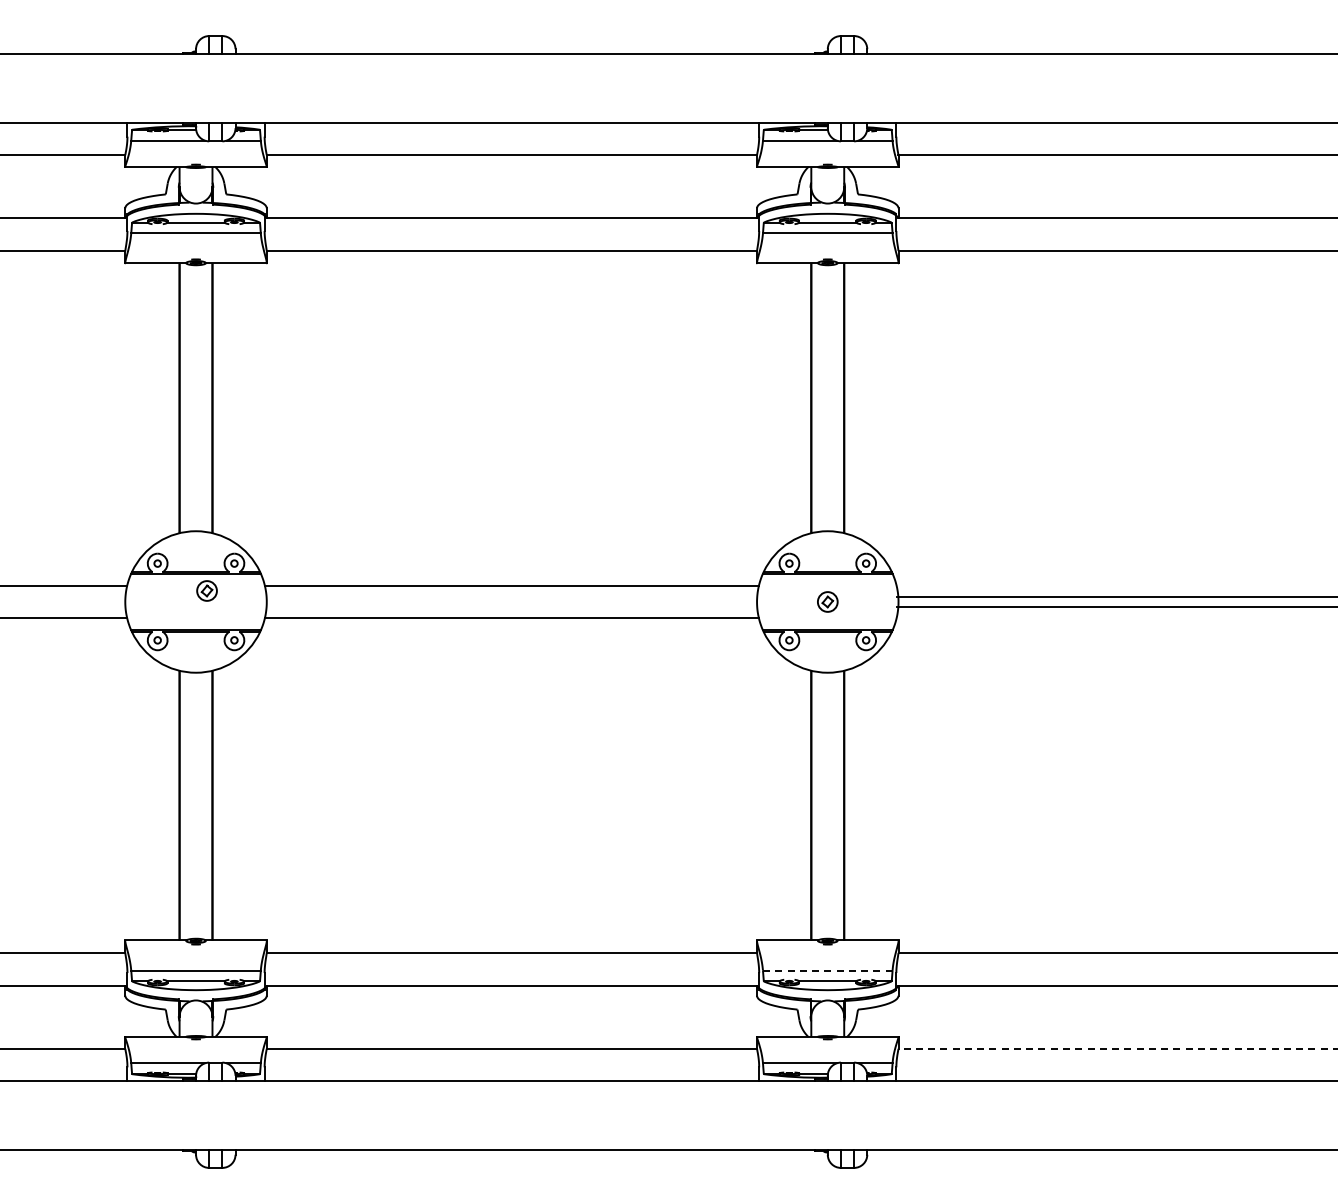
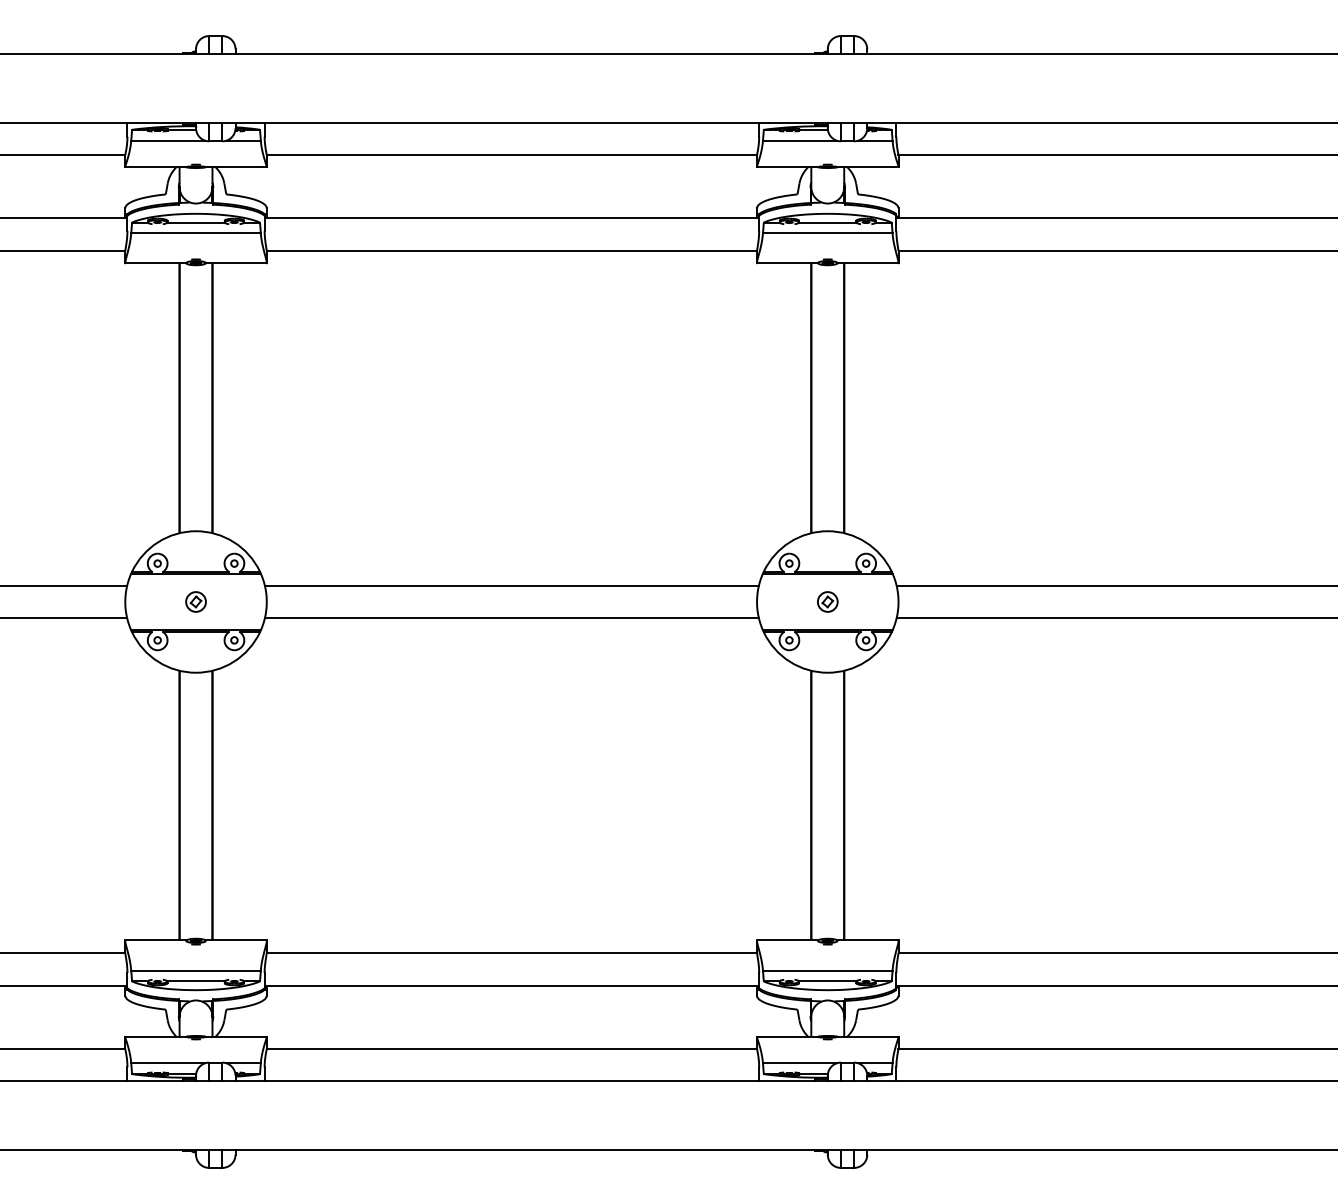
part at (206, 590) position: (206, 590) -> (195, 601)
line at (1115, 596) position: (1115, 596) -> (1115, 585)
line at (1115, 607) position: (1115, 607) -> (1115, 618)
line at (827, 970): dashed -> solid
line at (1118, 1049): dashed -> solid
